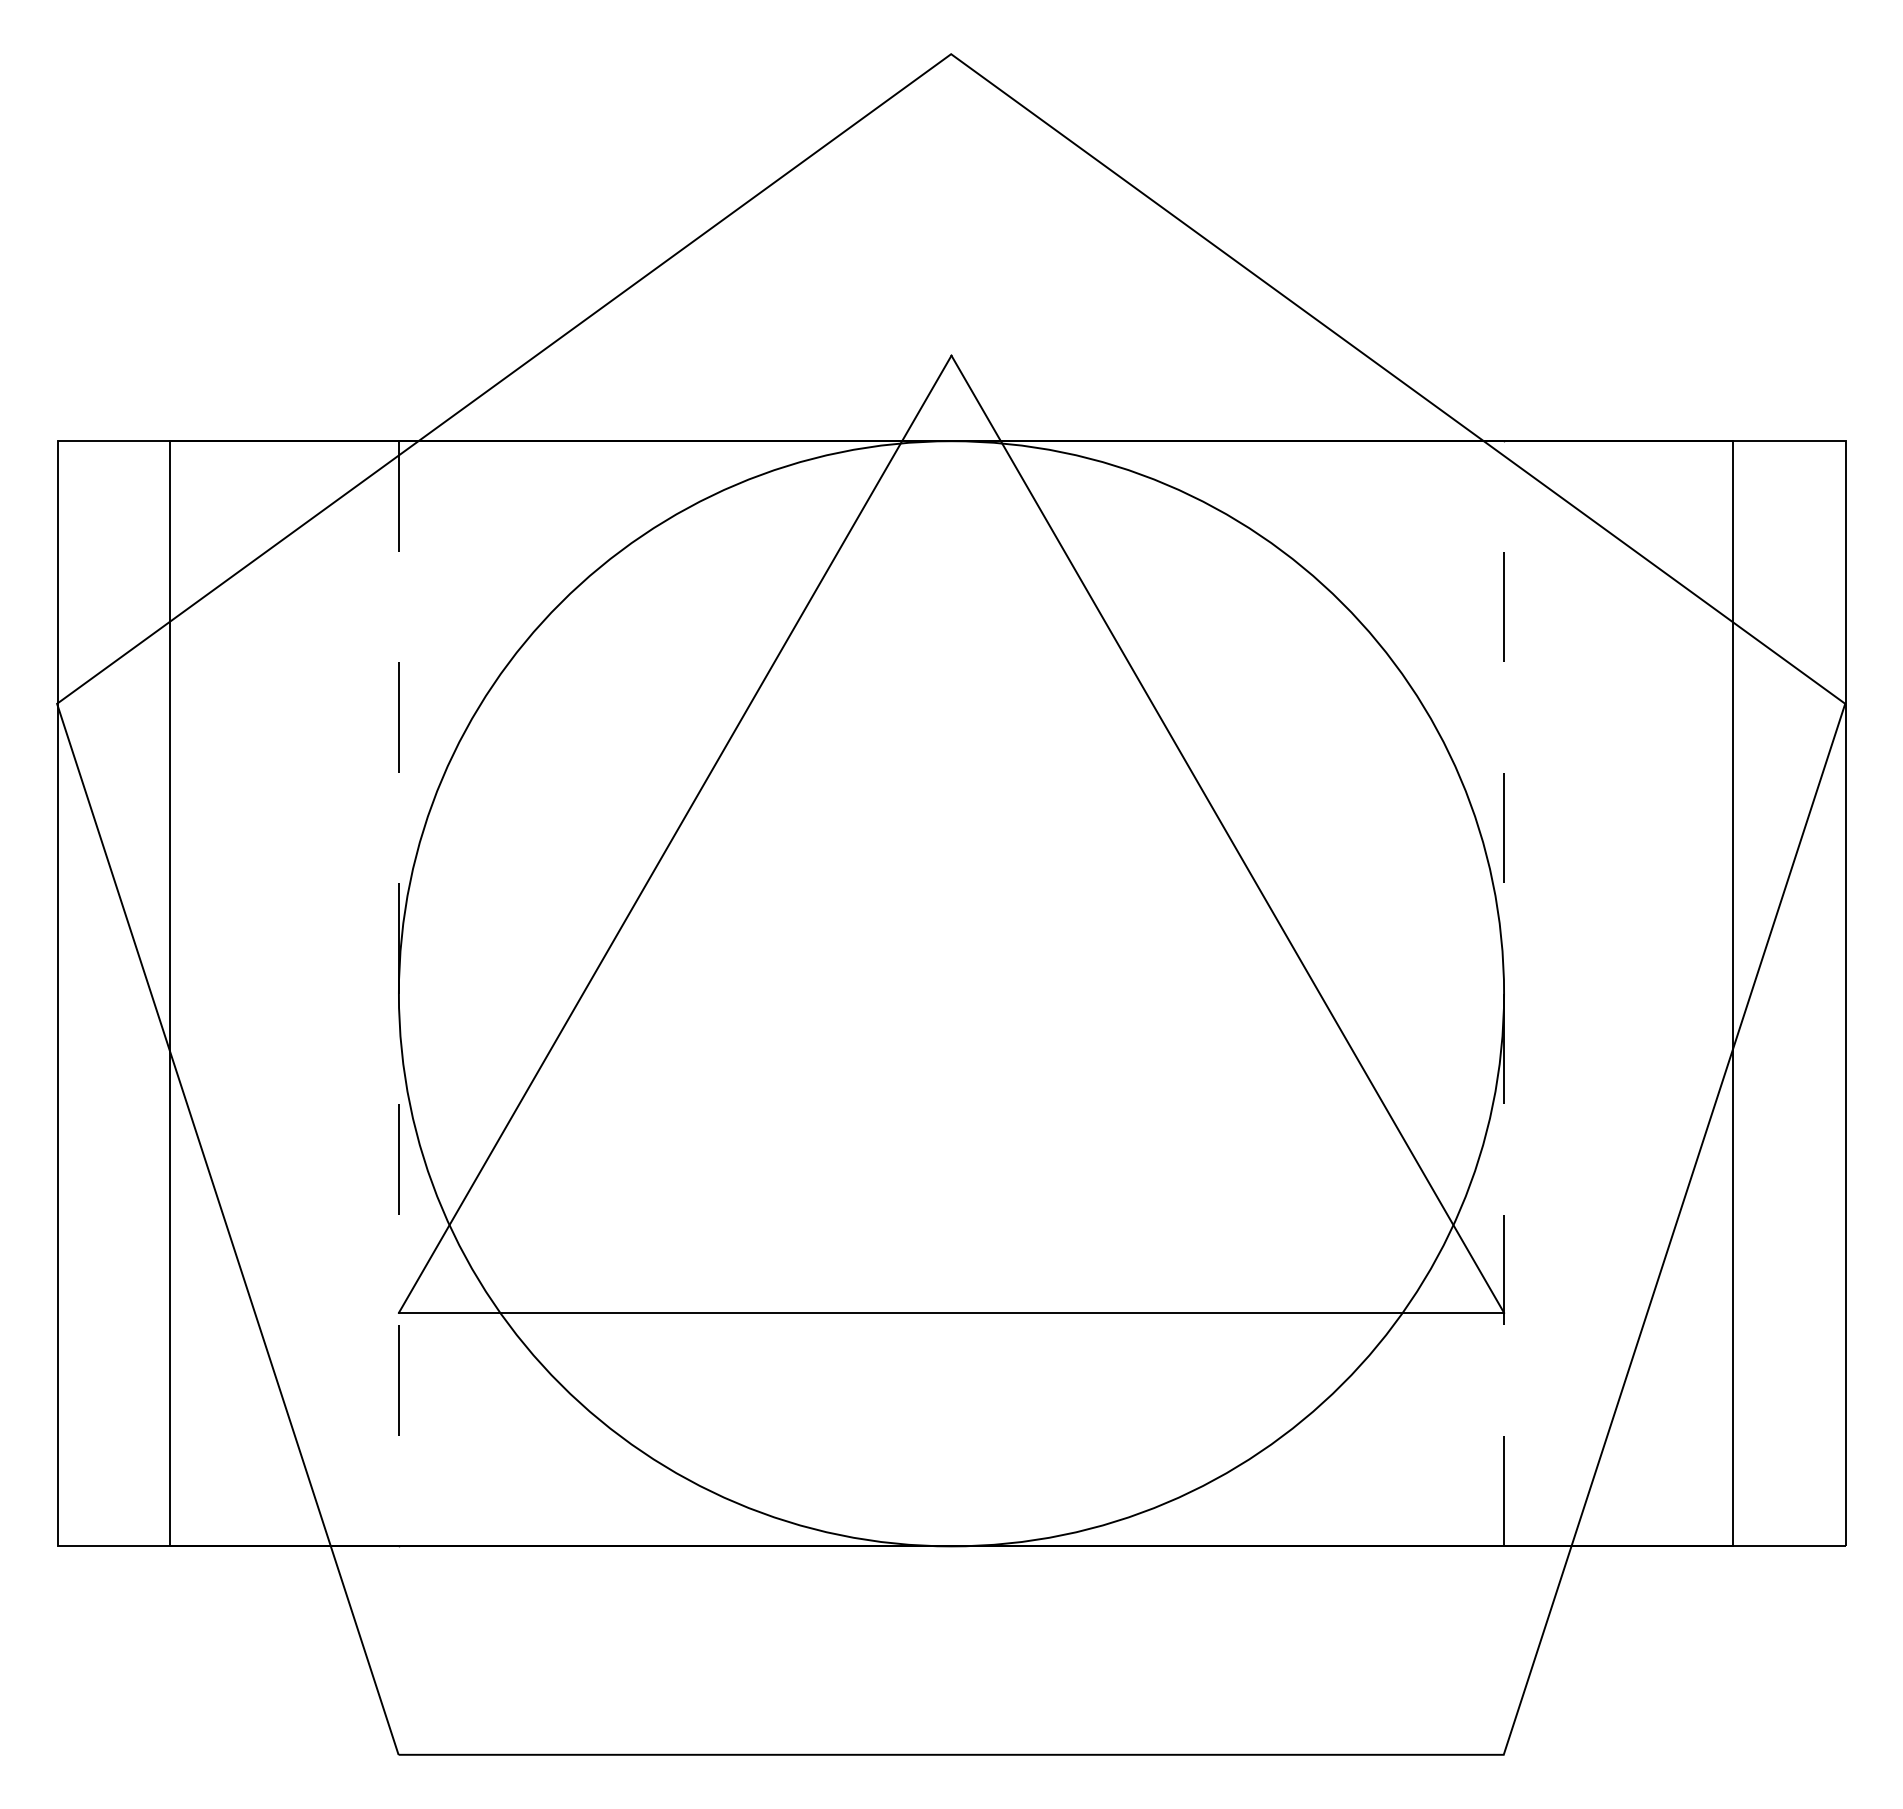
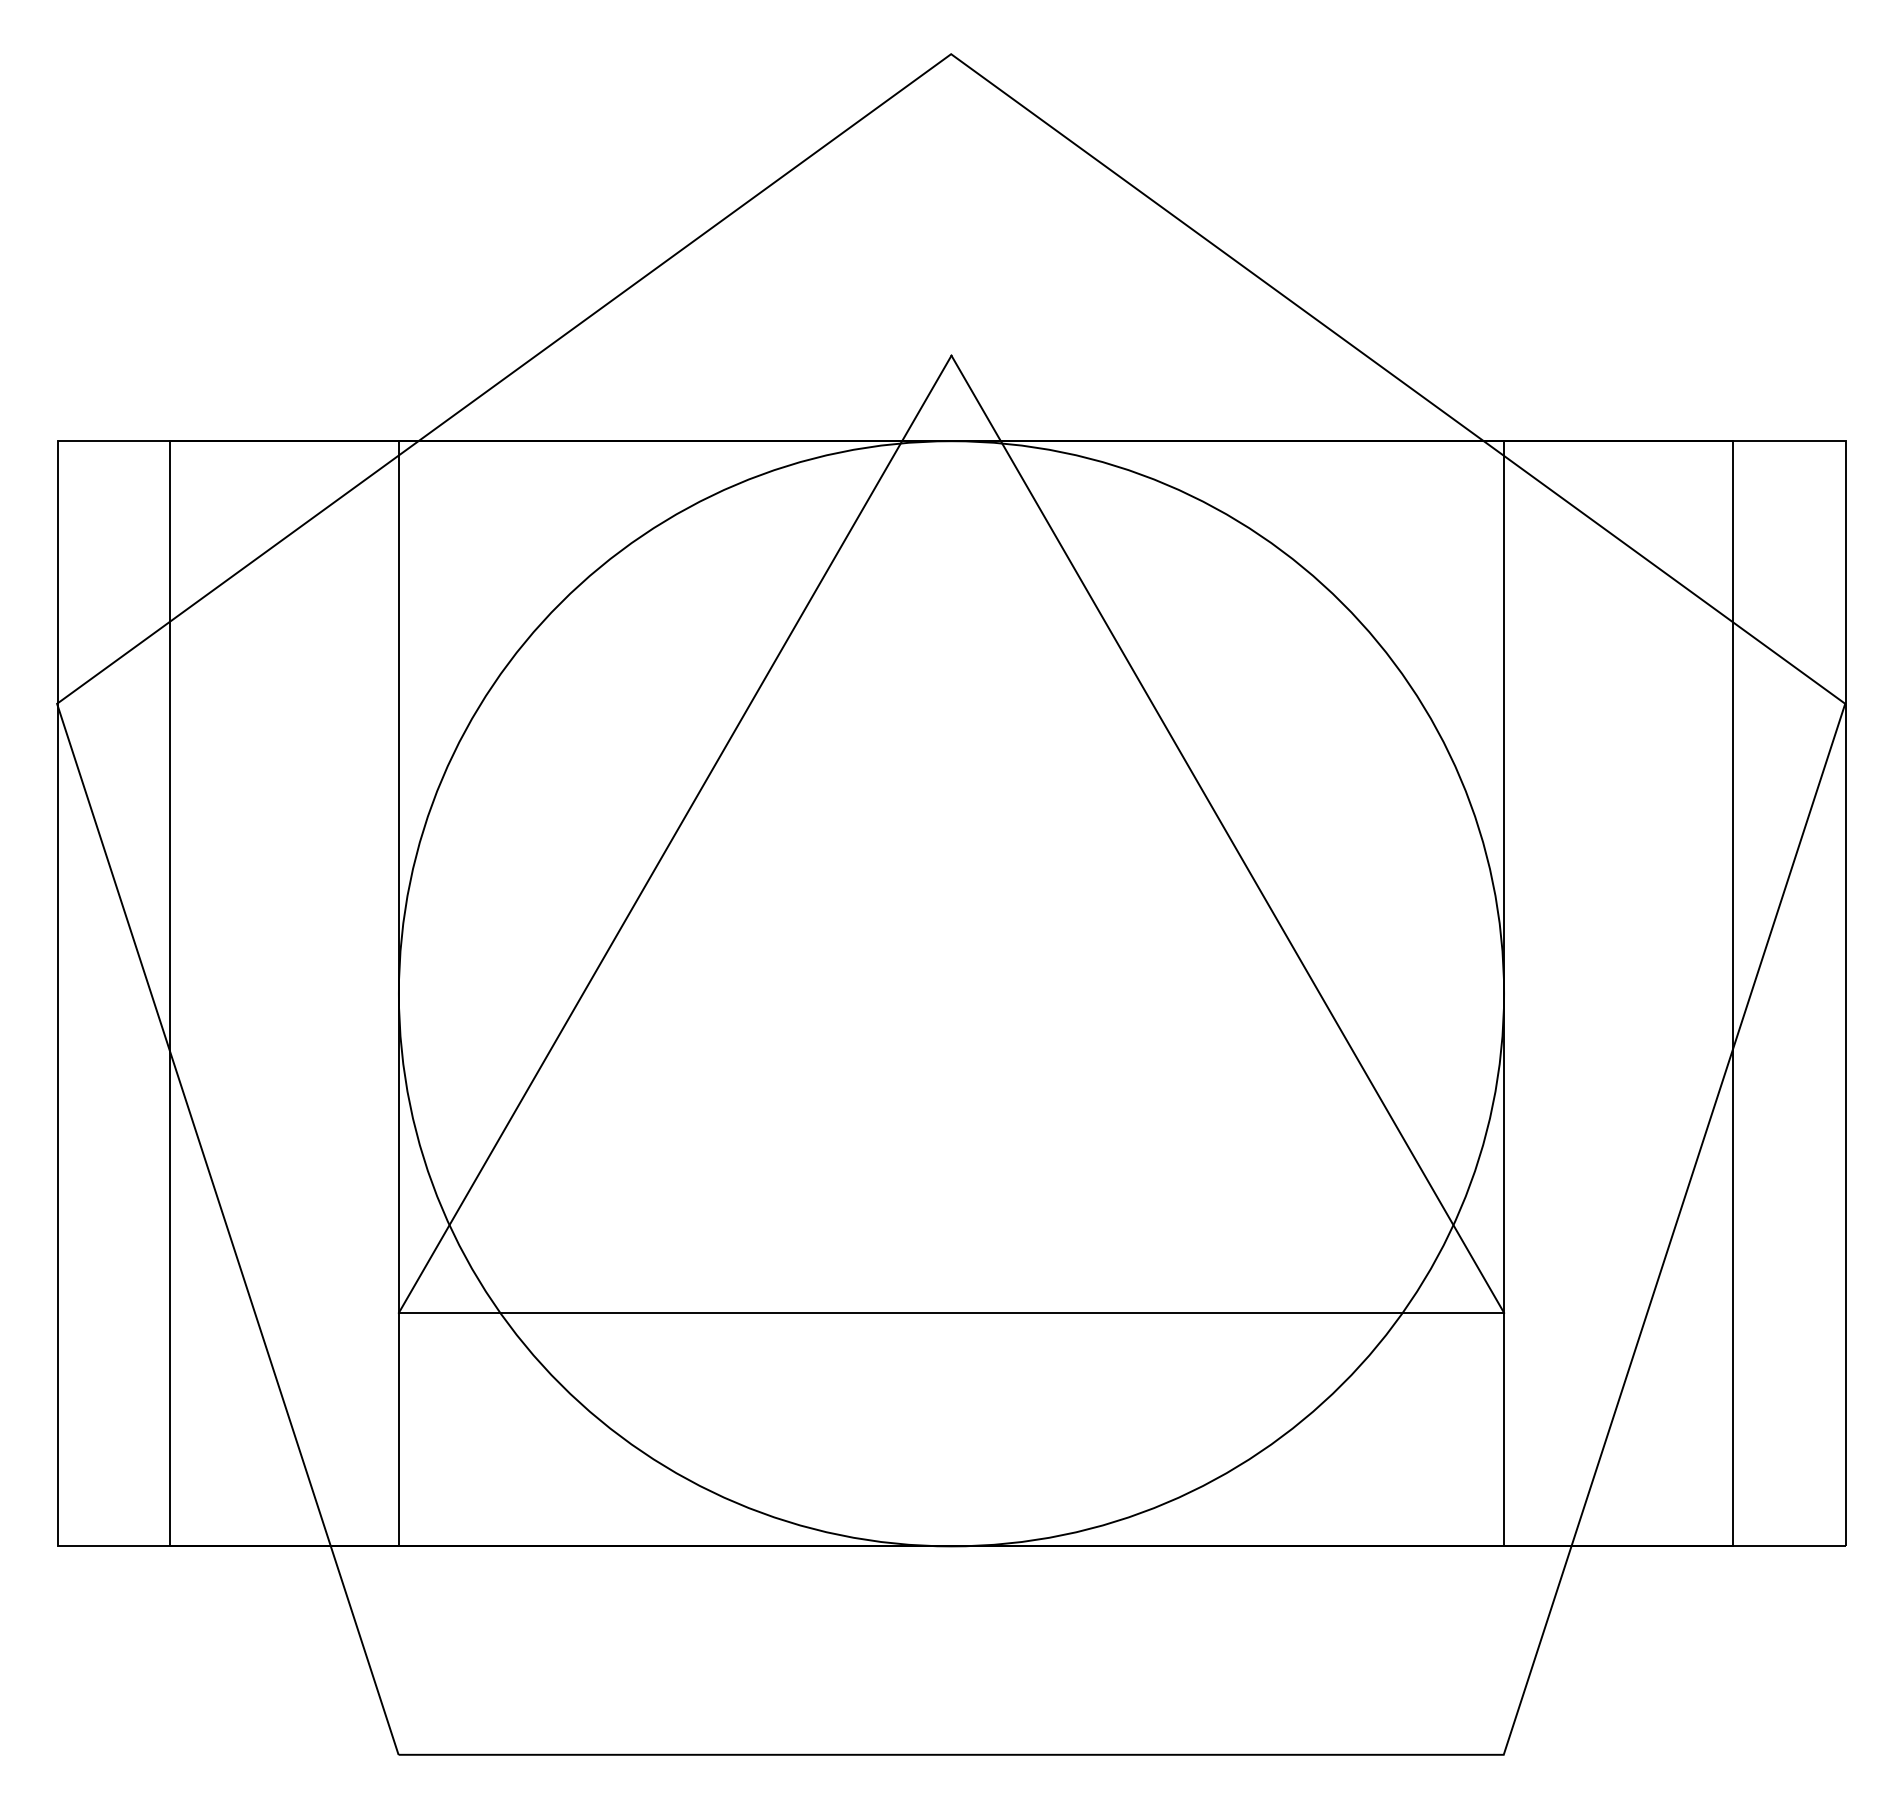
line at (398, 993): dashed -> solid
line at (1504, 993): dashed -> solid
